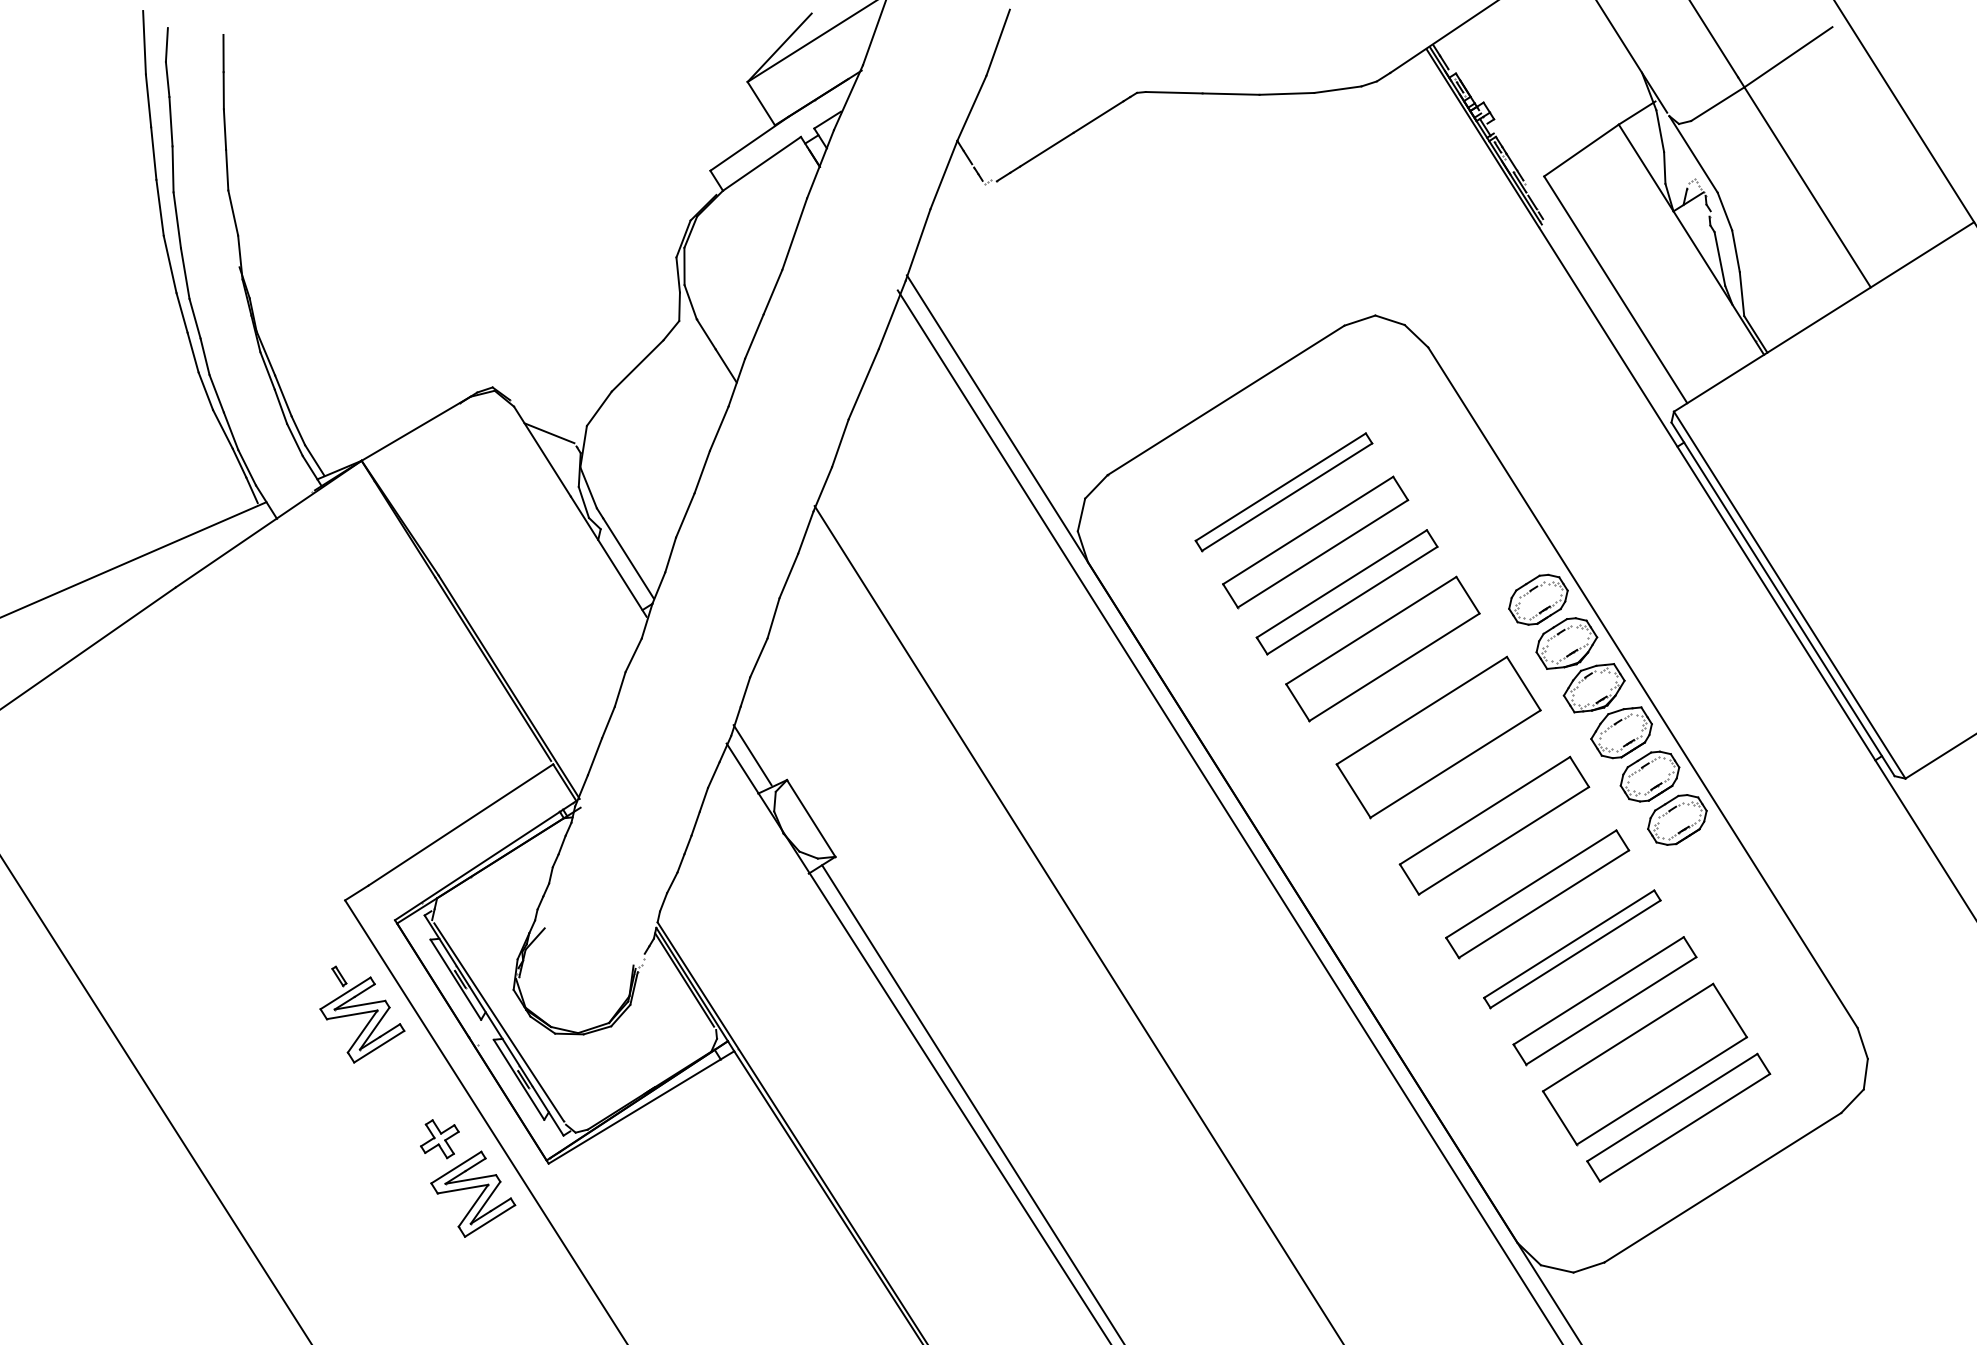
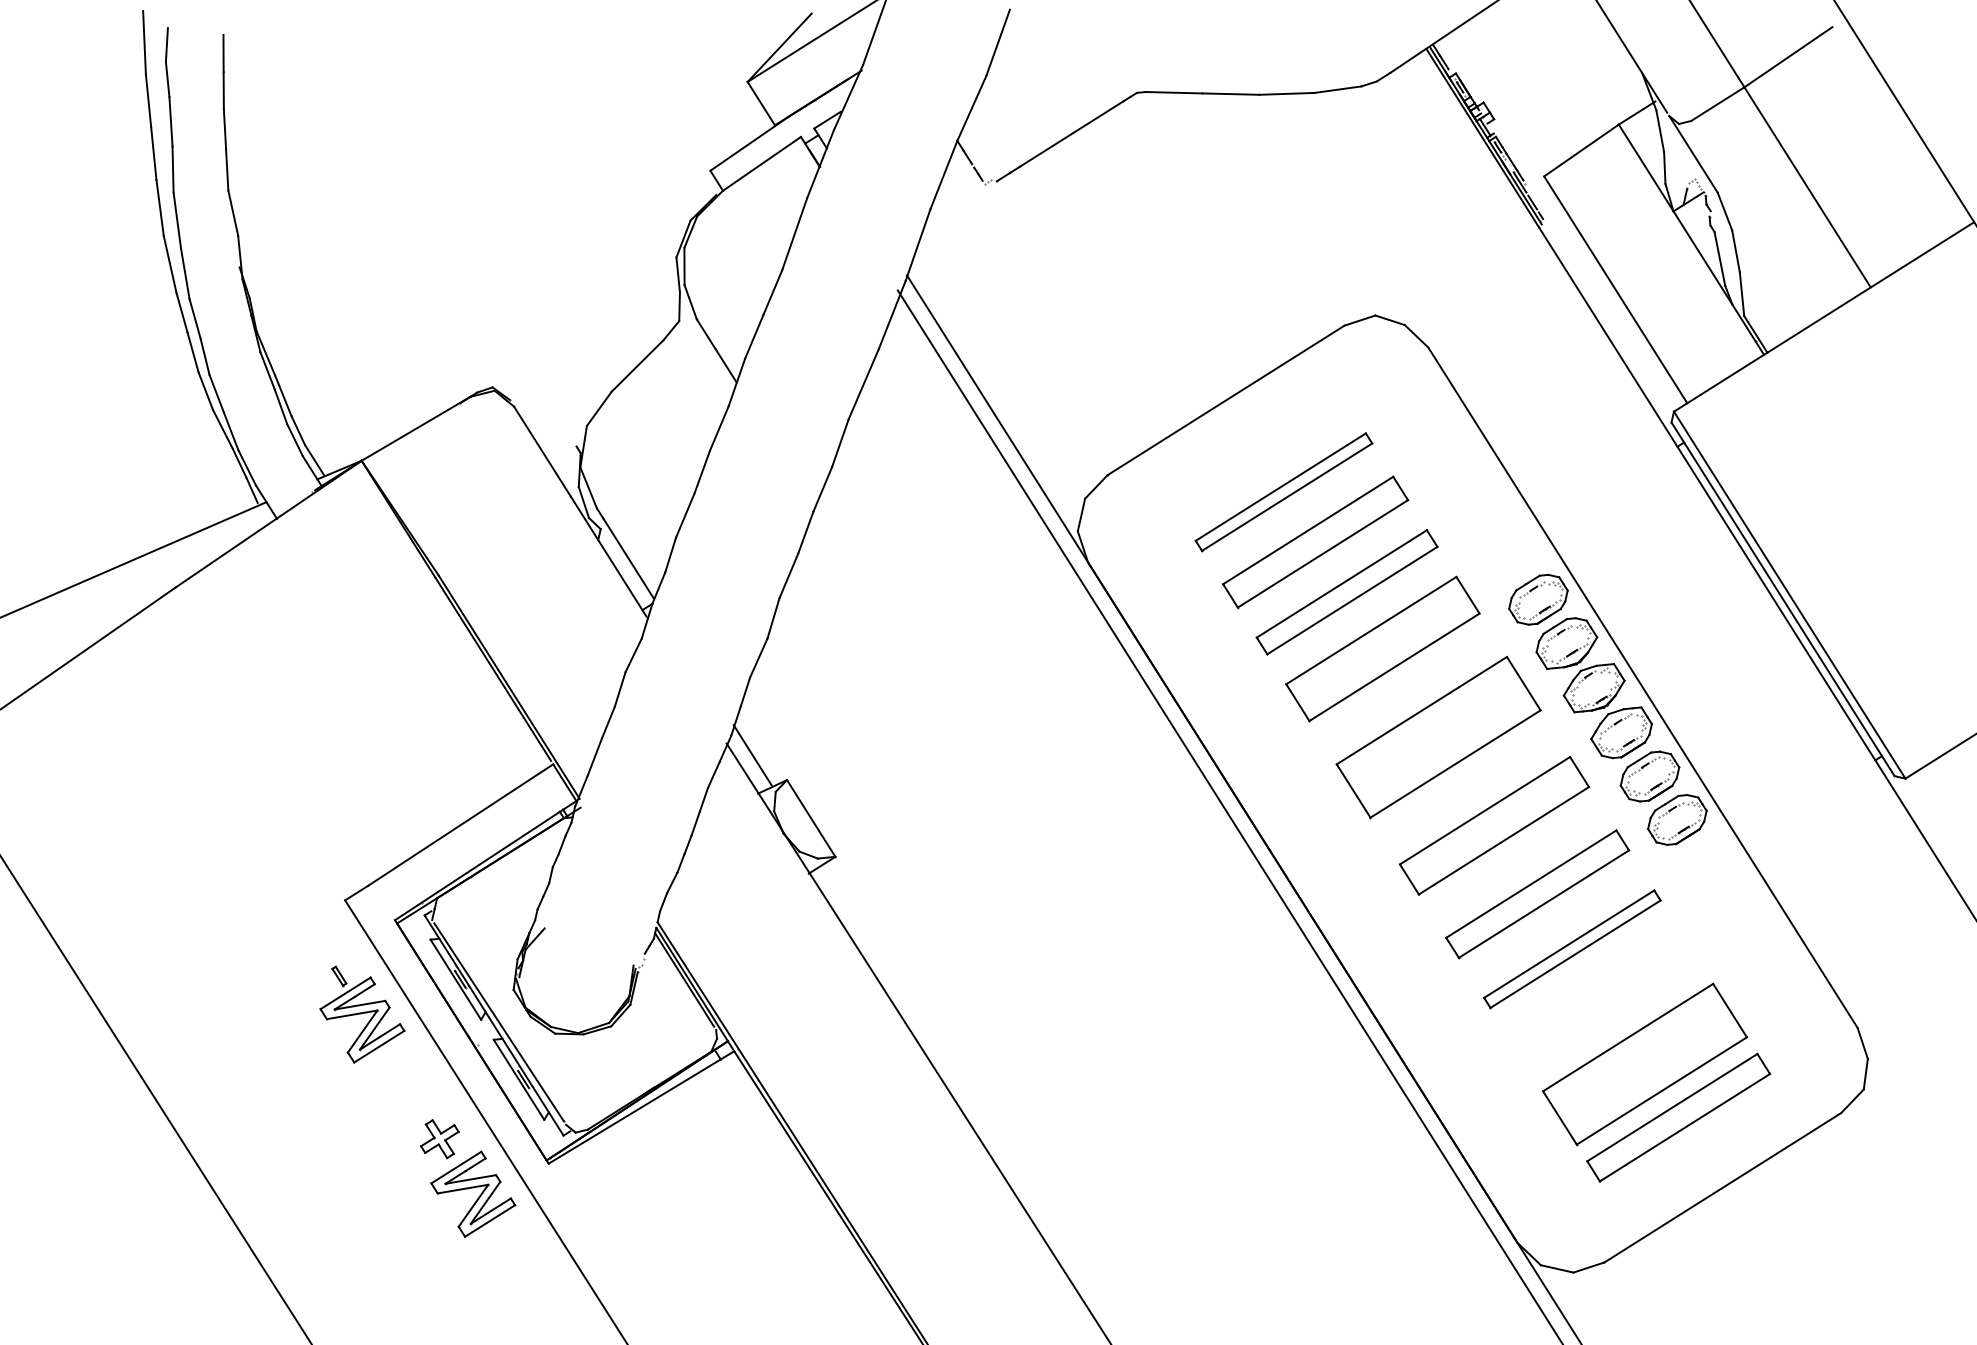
line at (549, 433): present -> none
line at (1078, 923): present -> none
part at (1604, 1001): present -> none
line at (972, 1103): present -> none
